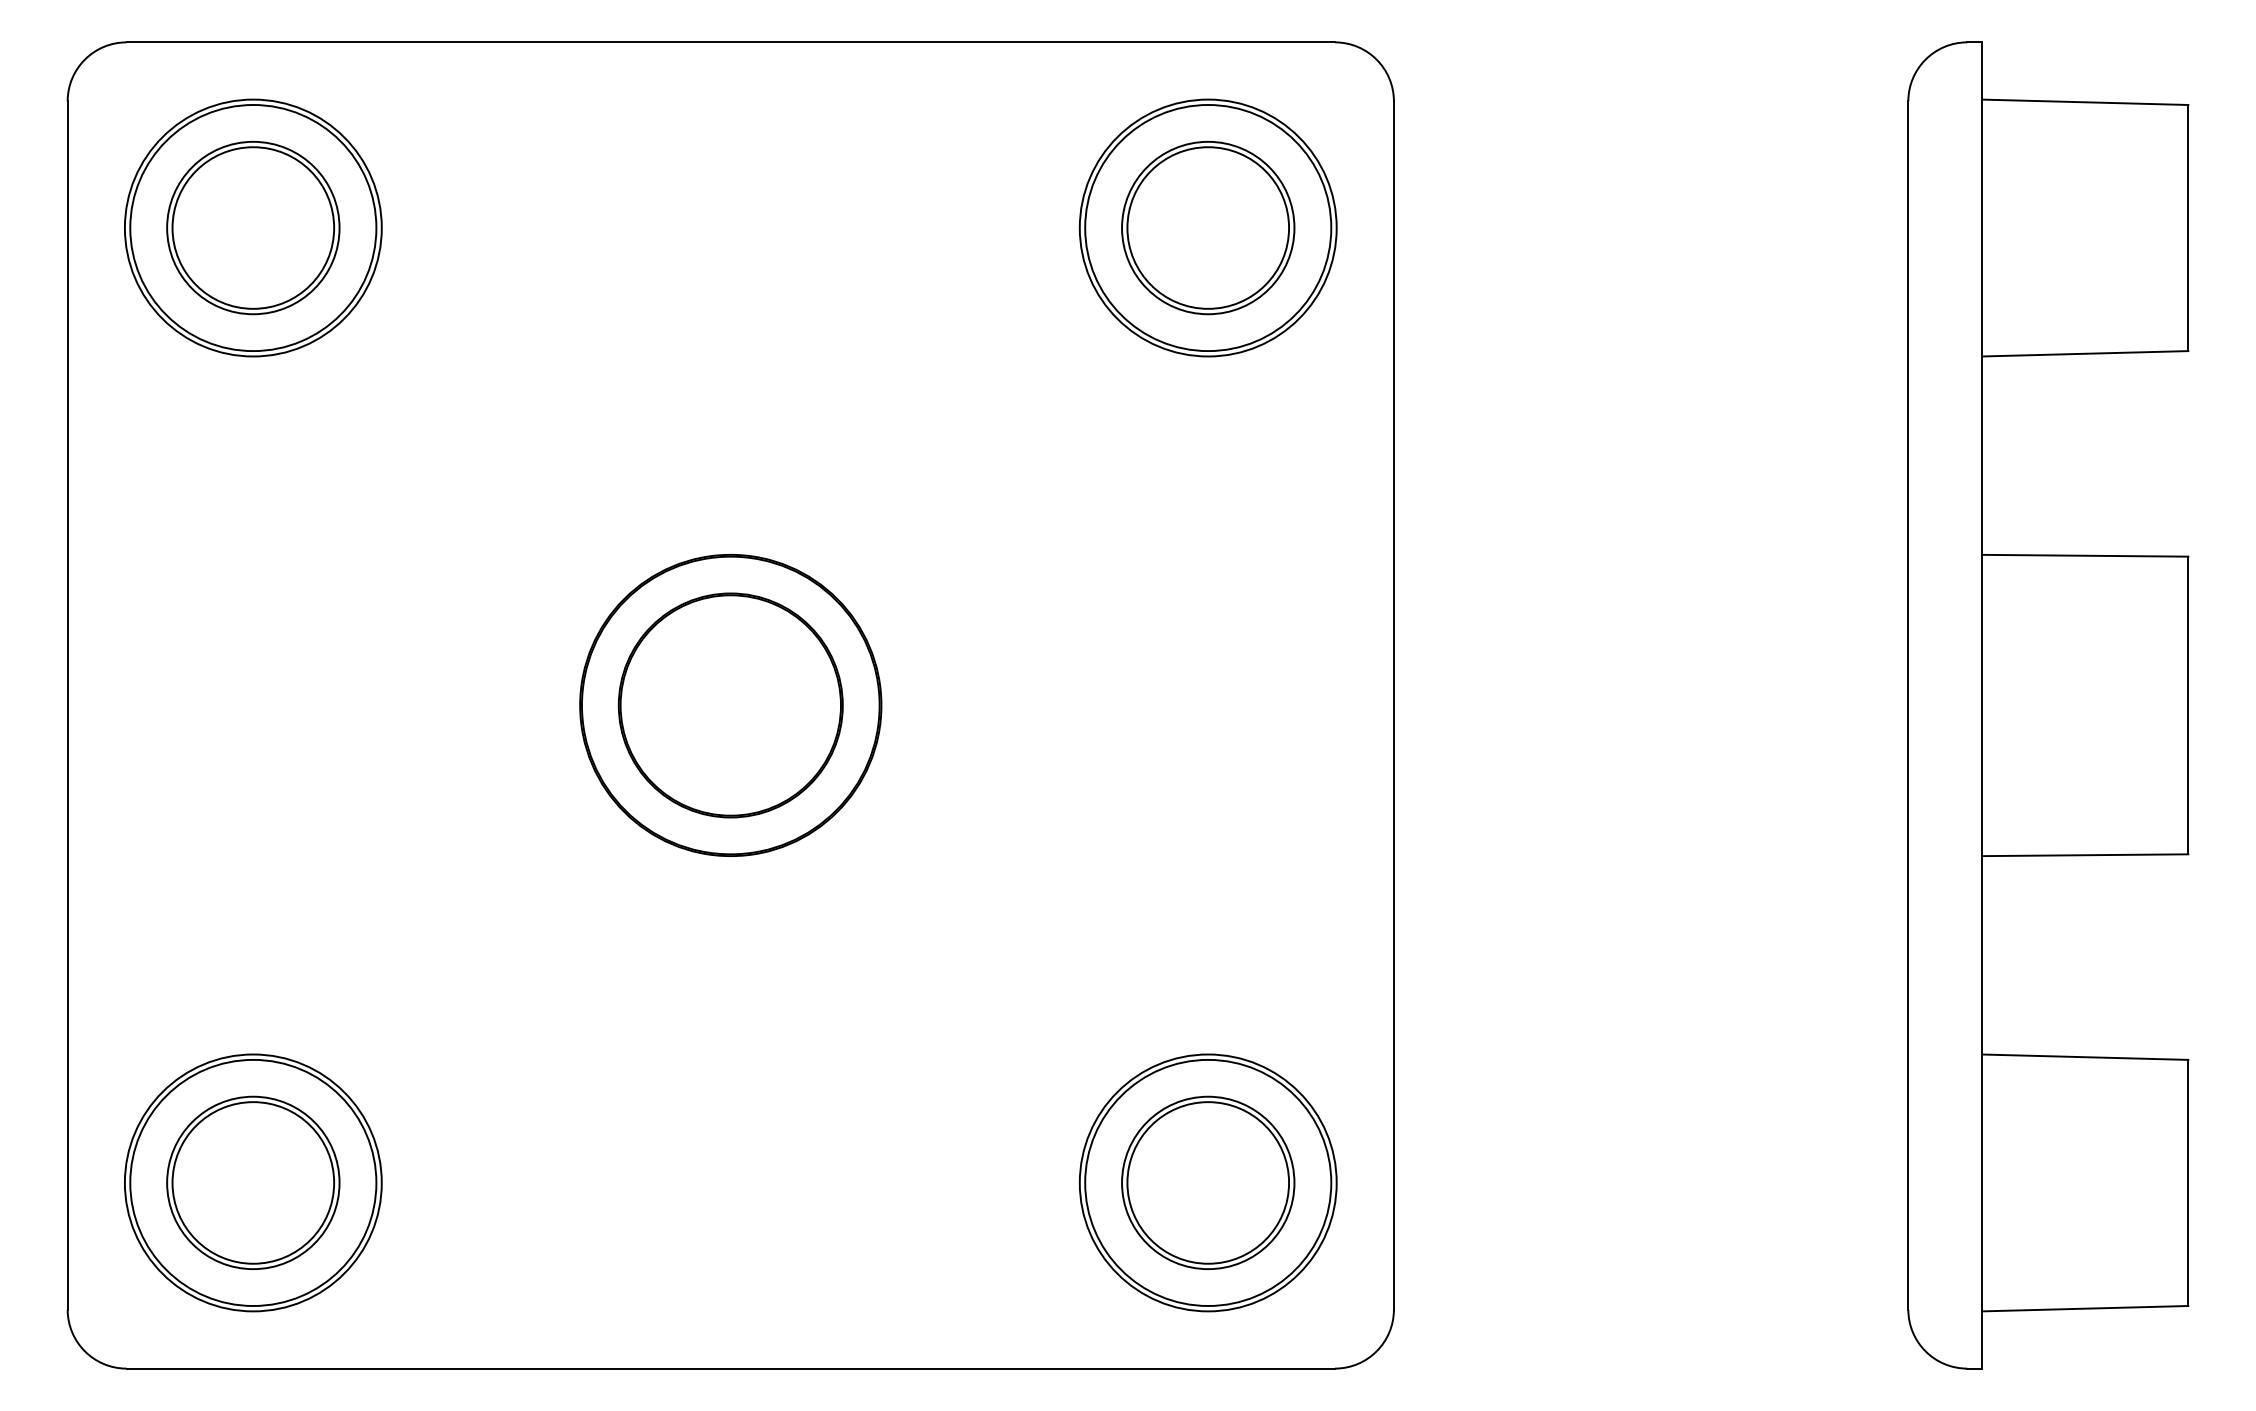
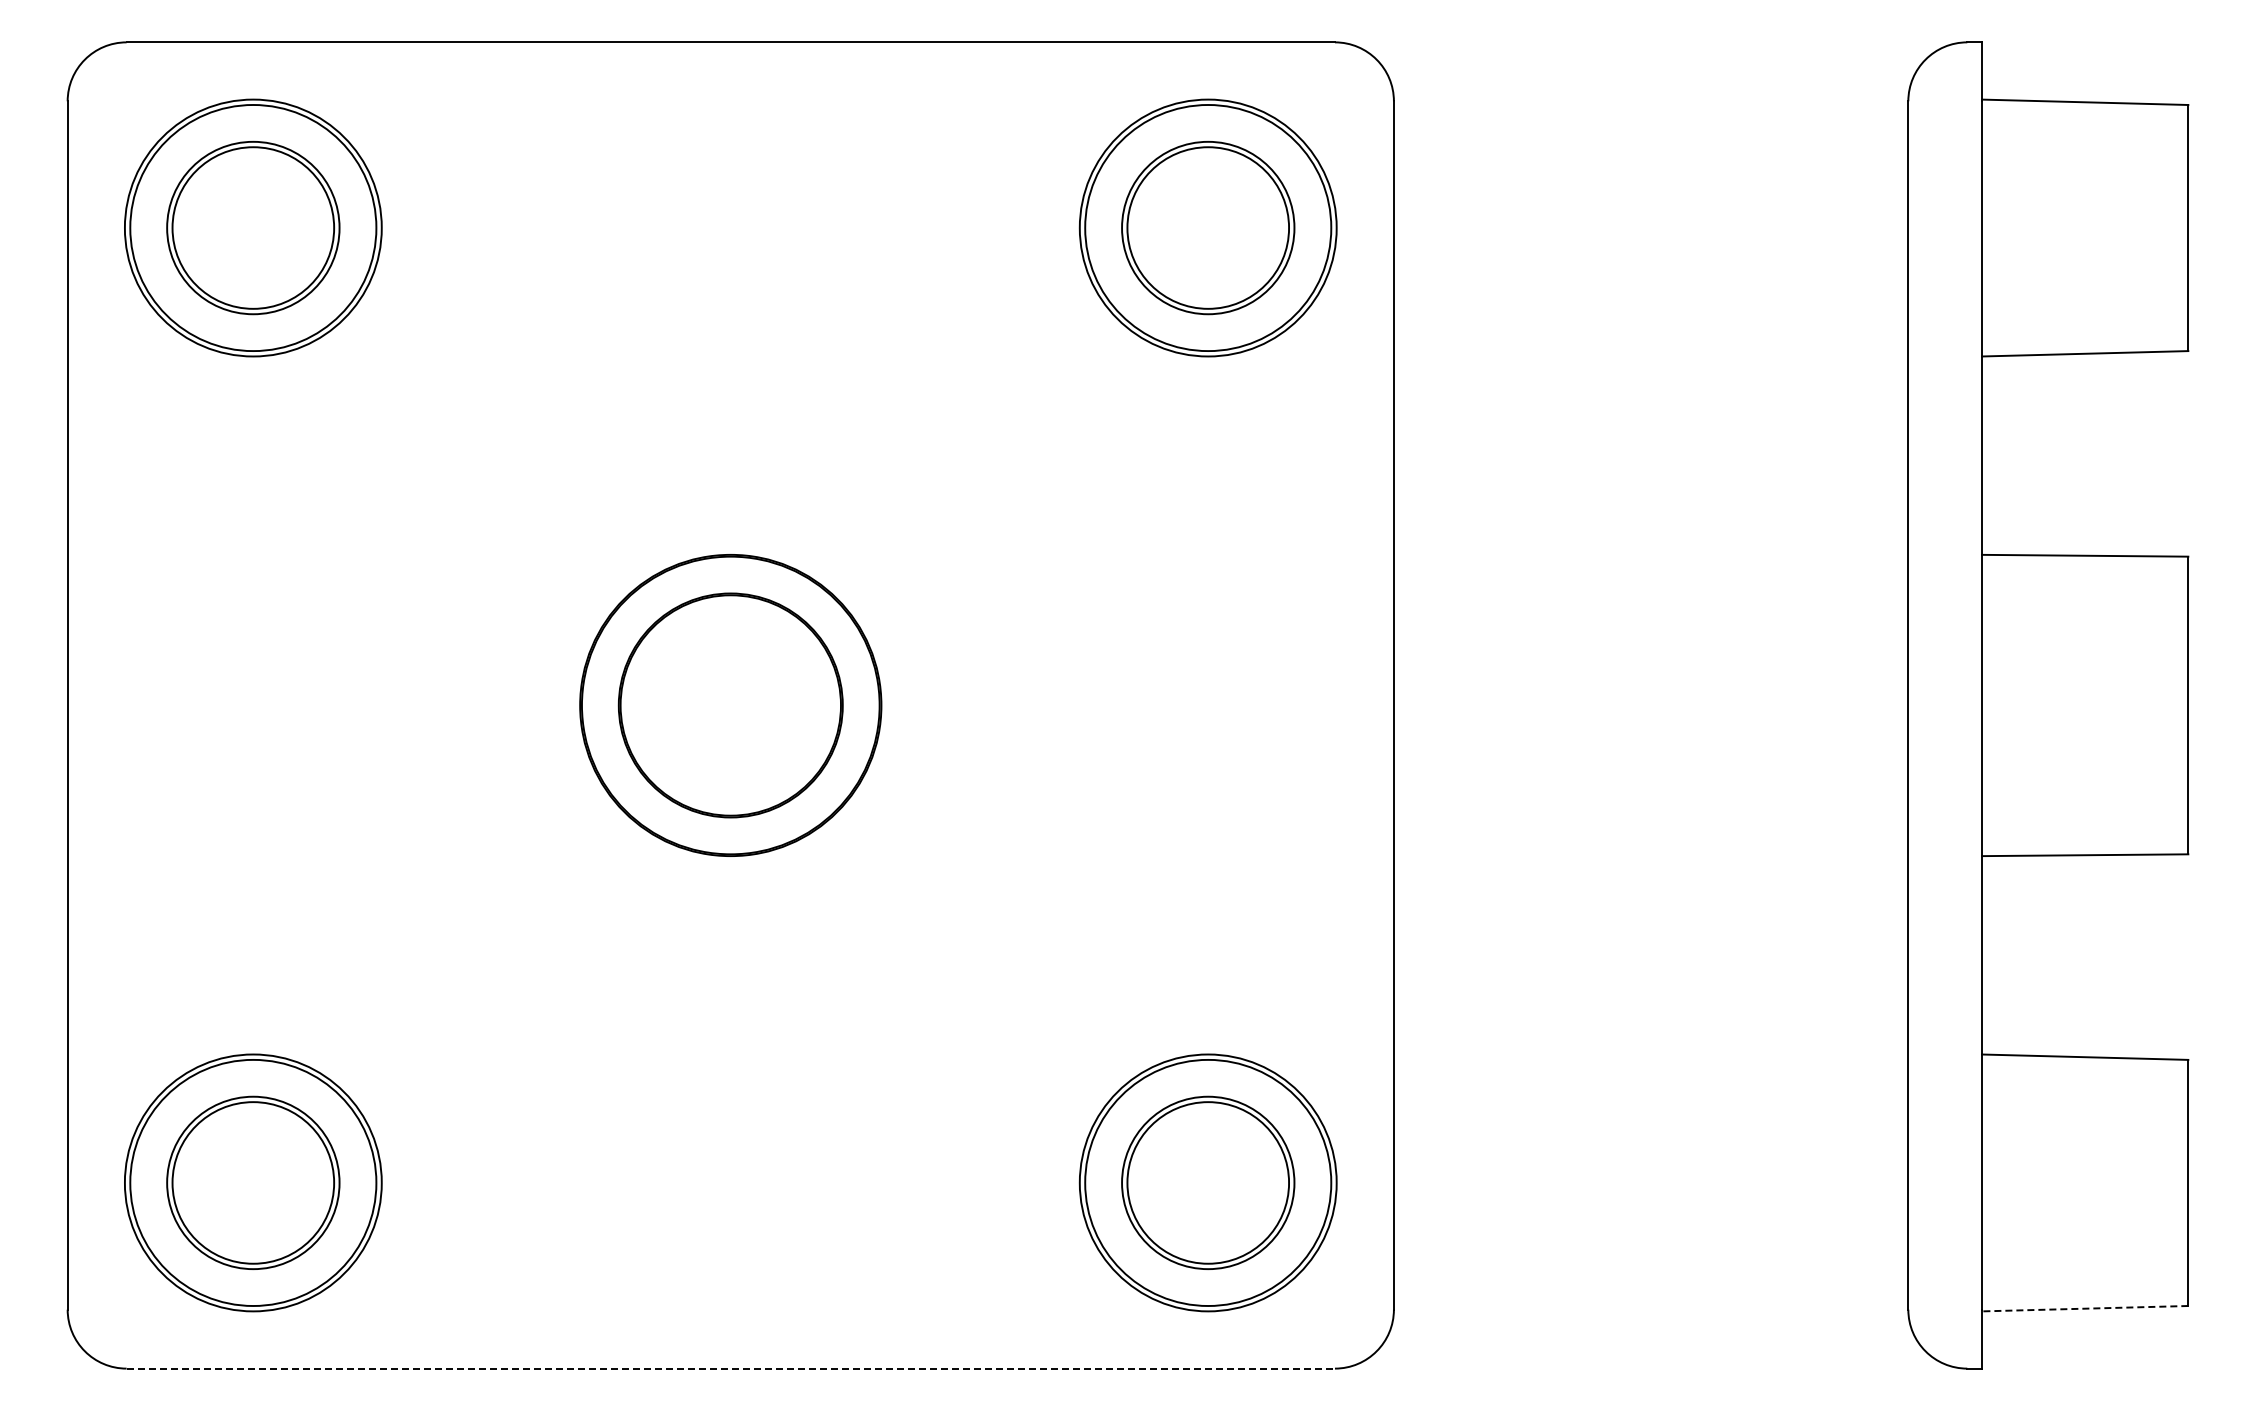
line at (2084, 1308): solid -> dashed
line at (731, 1368): solid -> dashed
